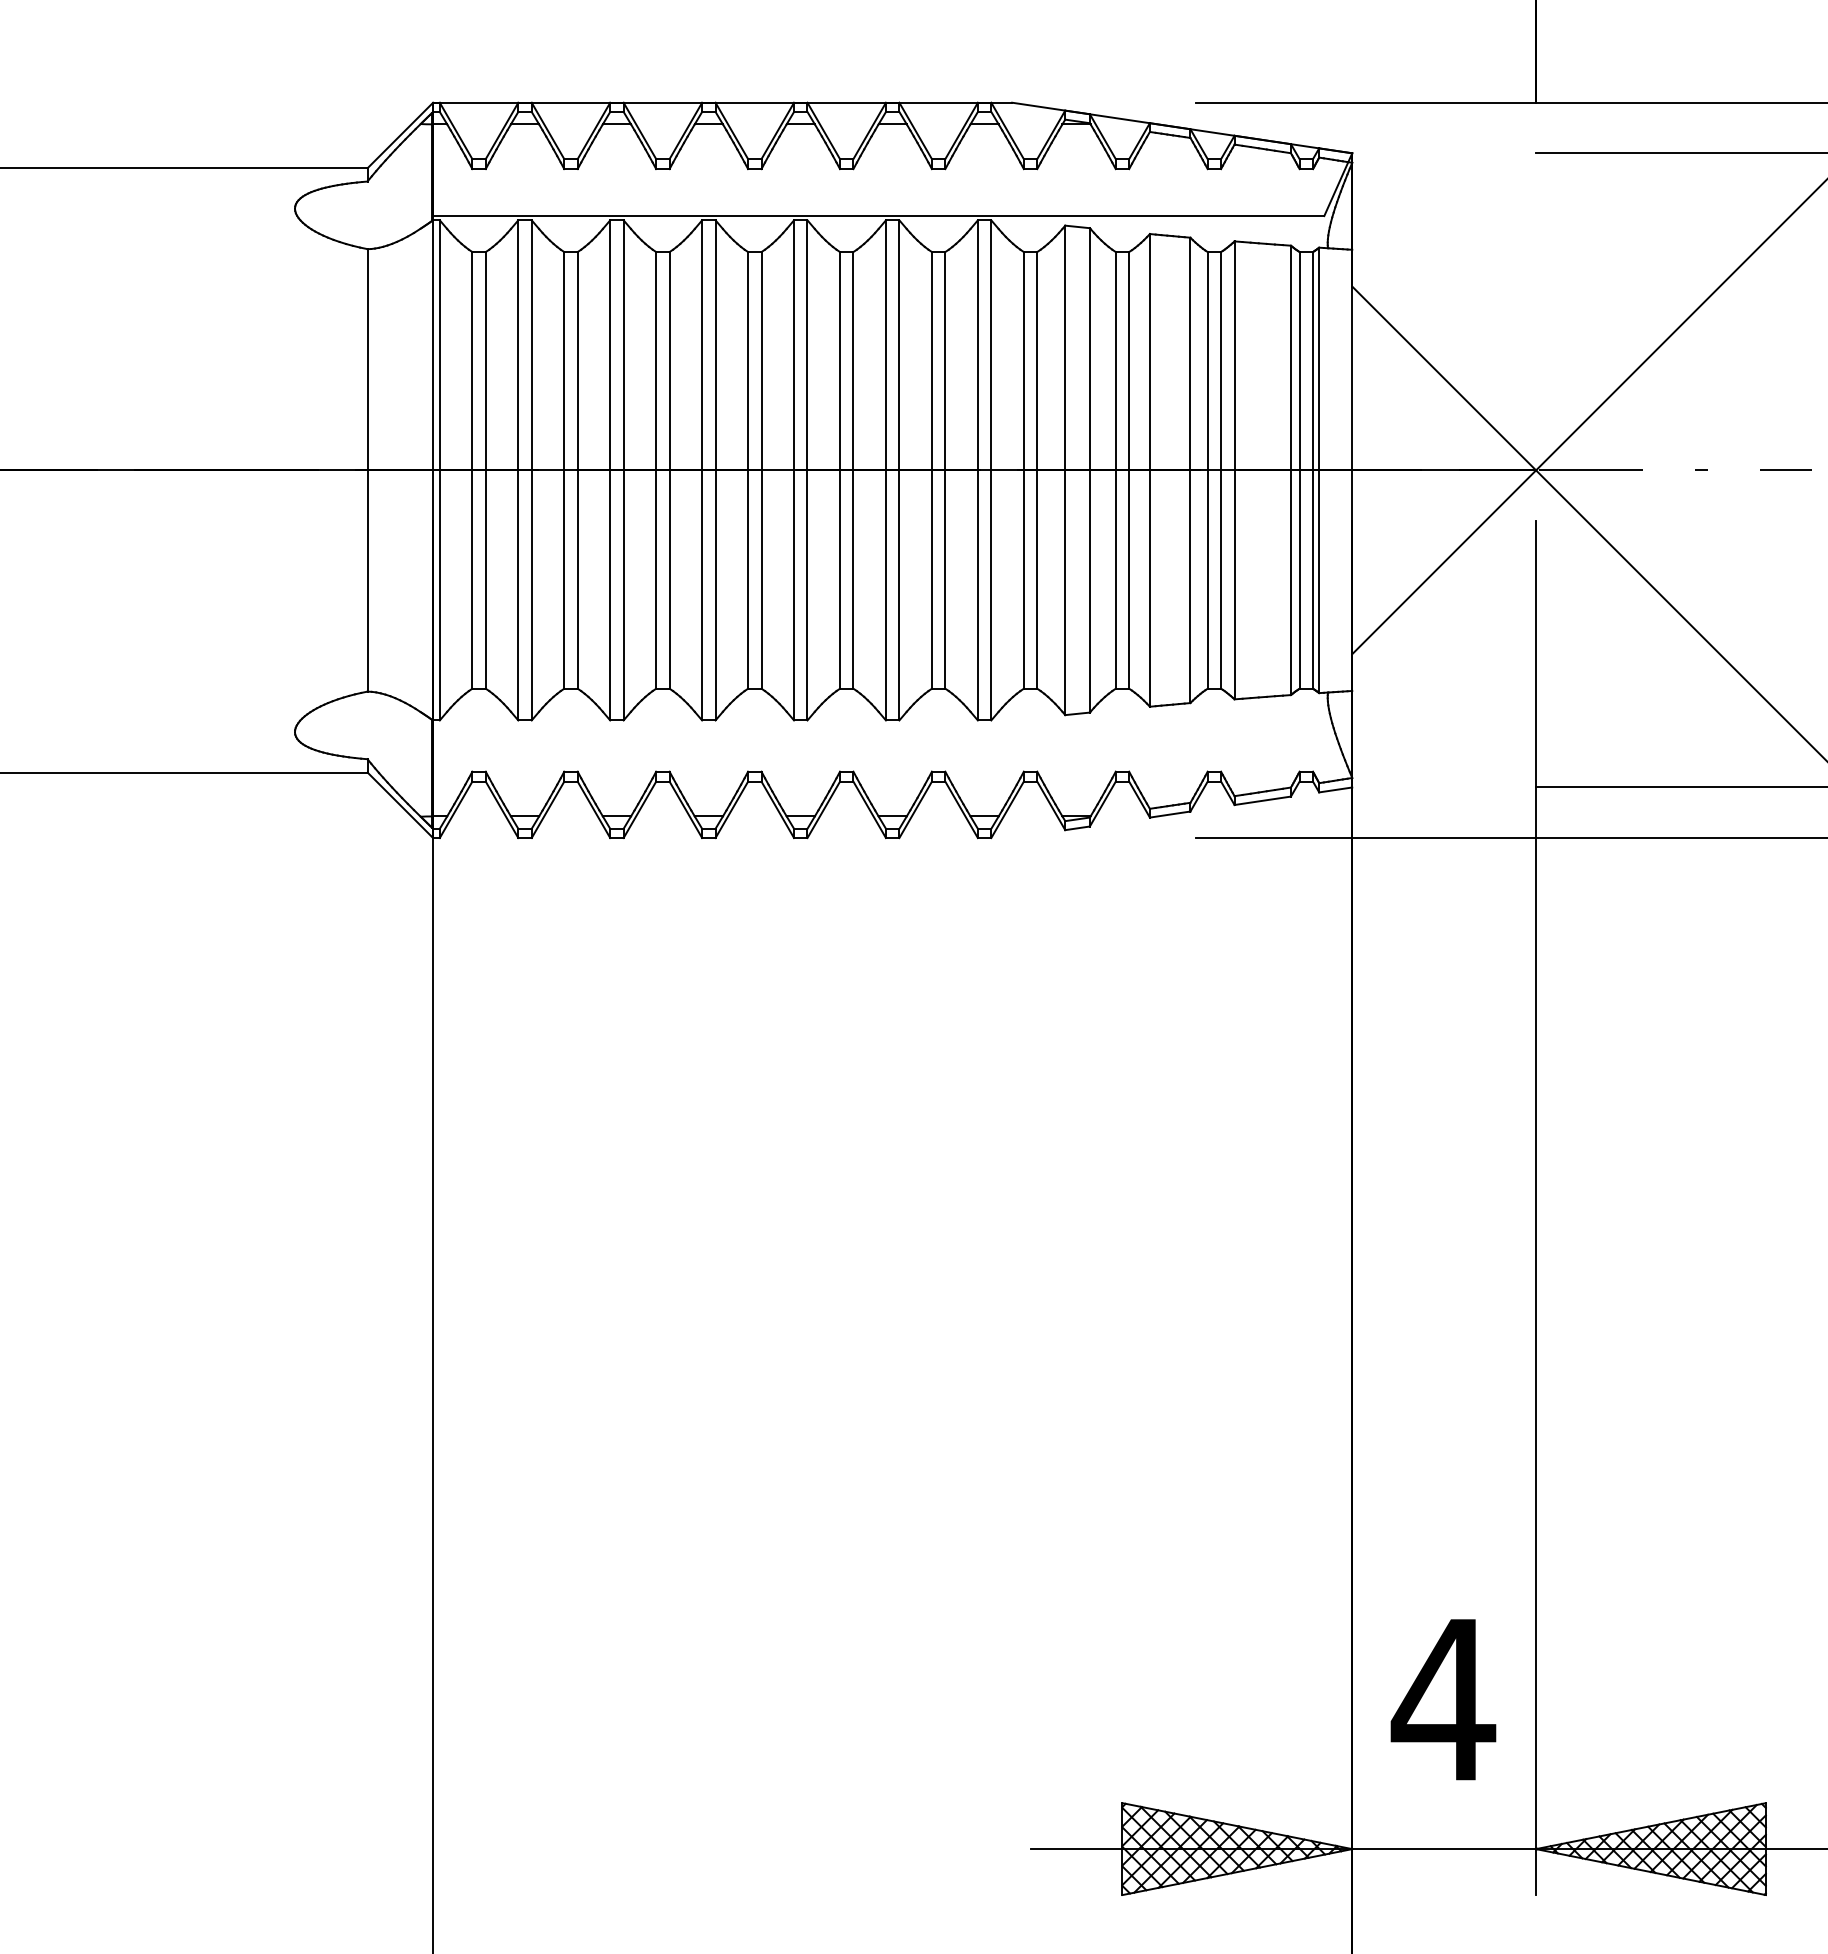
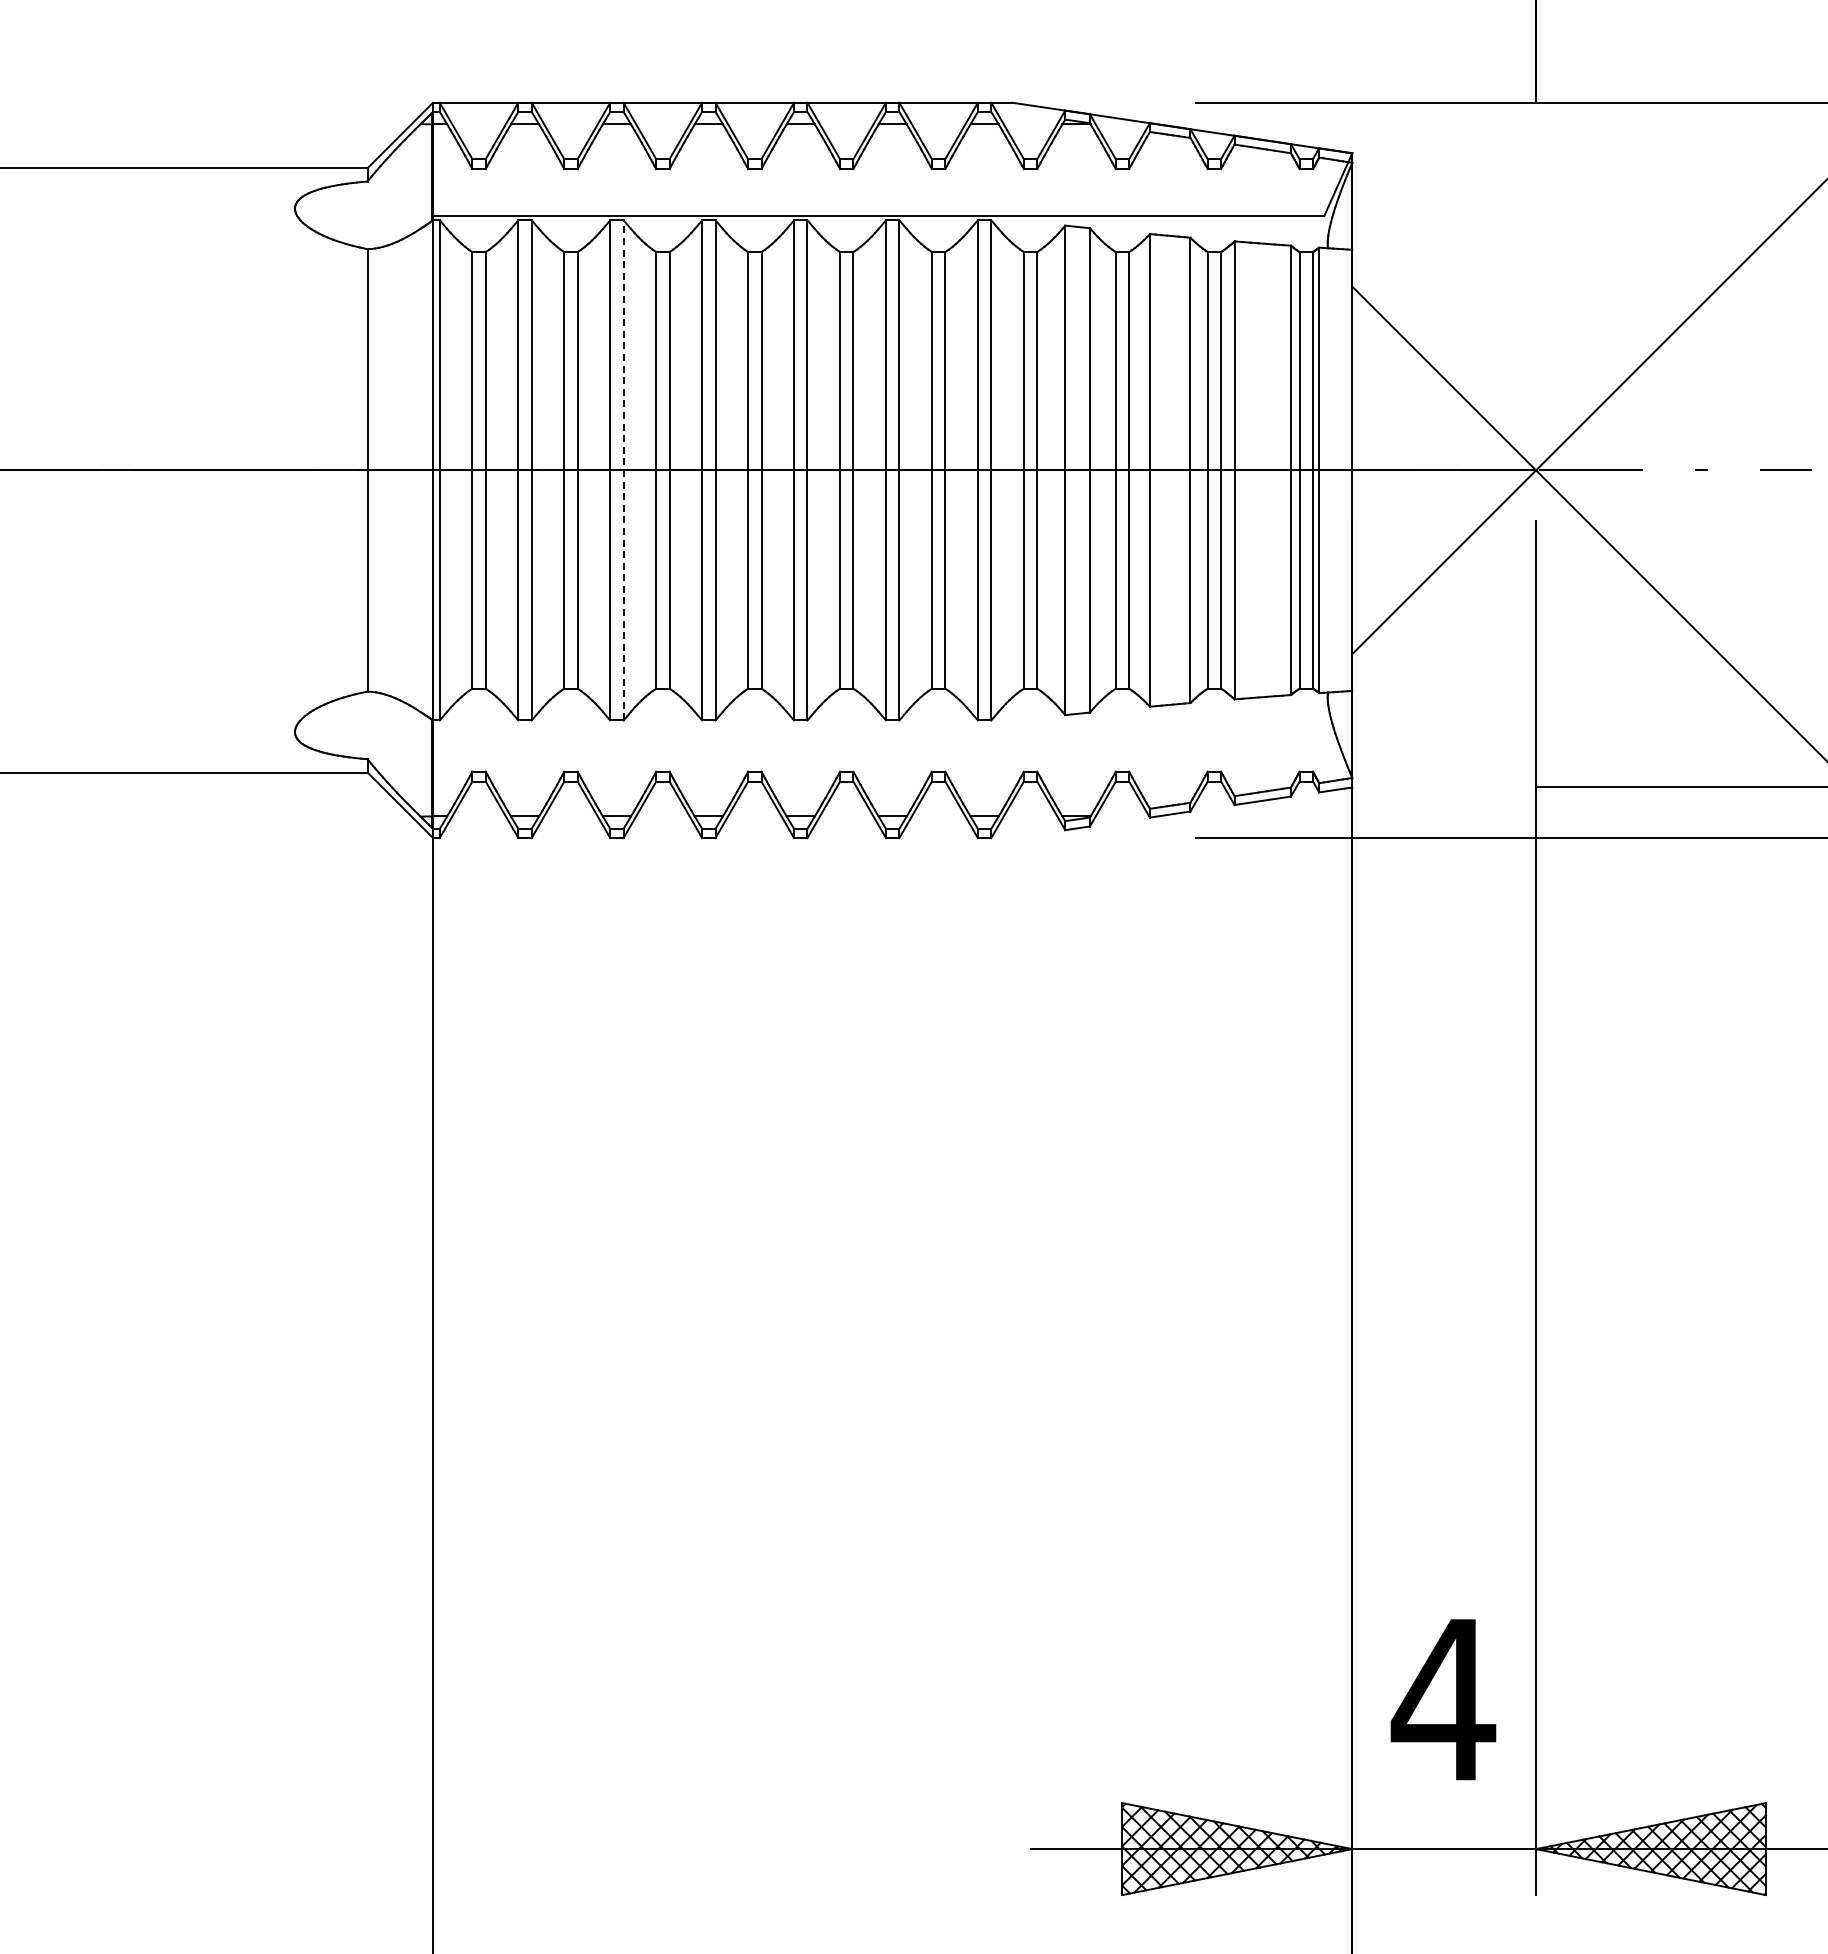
line at (1680, 153): present -> none
line at (623, 469): solid -> dashed
